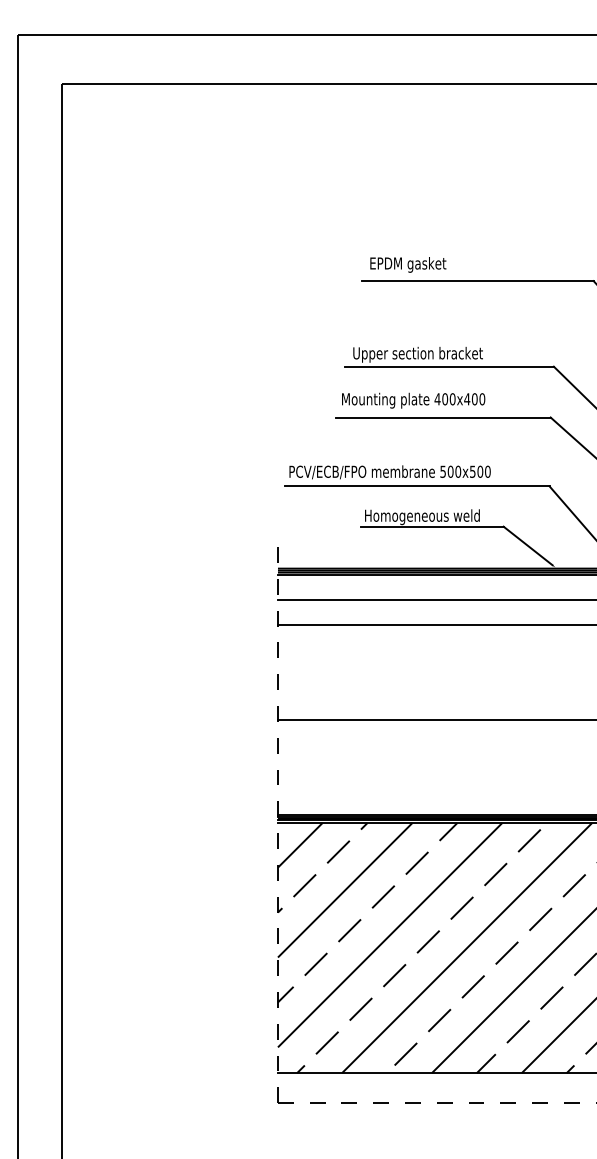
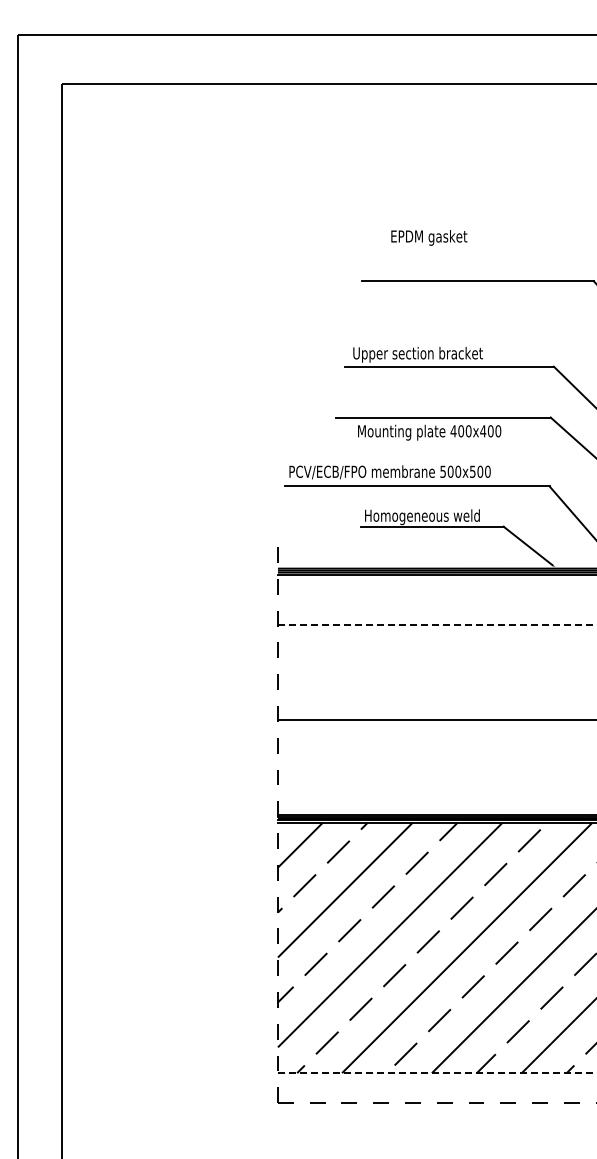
text at (408, 264) position: (408, 264) -> (429, 237)
text at (413, 400) position: (413, 400) -> (429, 432)
line at (435, 599): present -> none
line at (437, 624): solid -> dashed
line at (437, 1073): solid -> dashed
